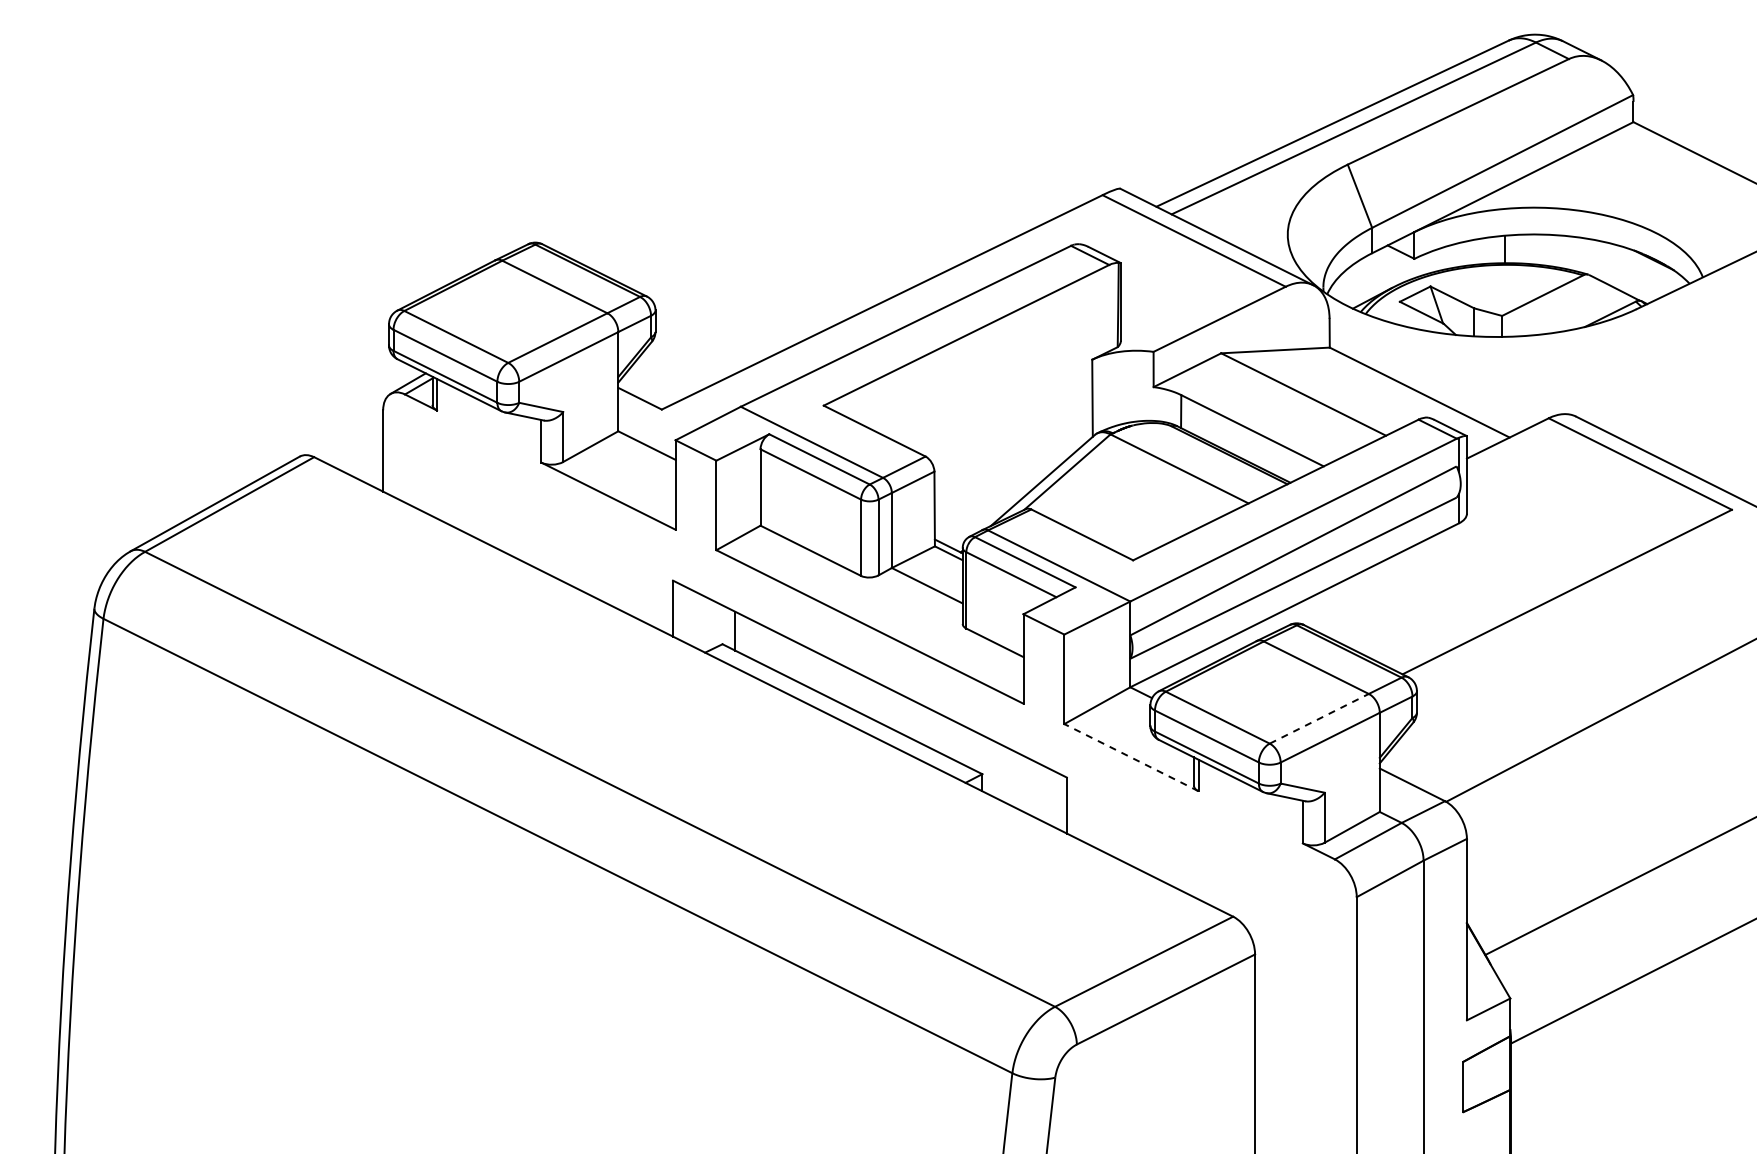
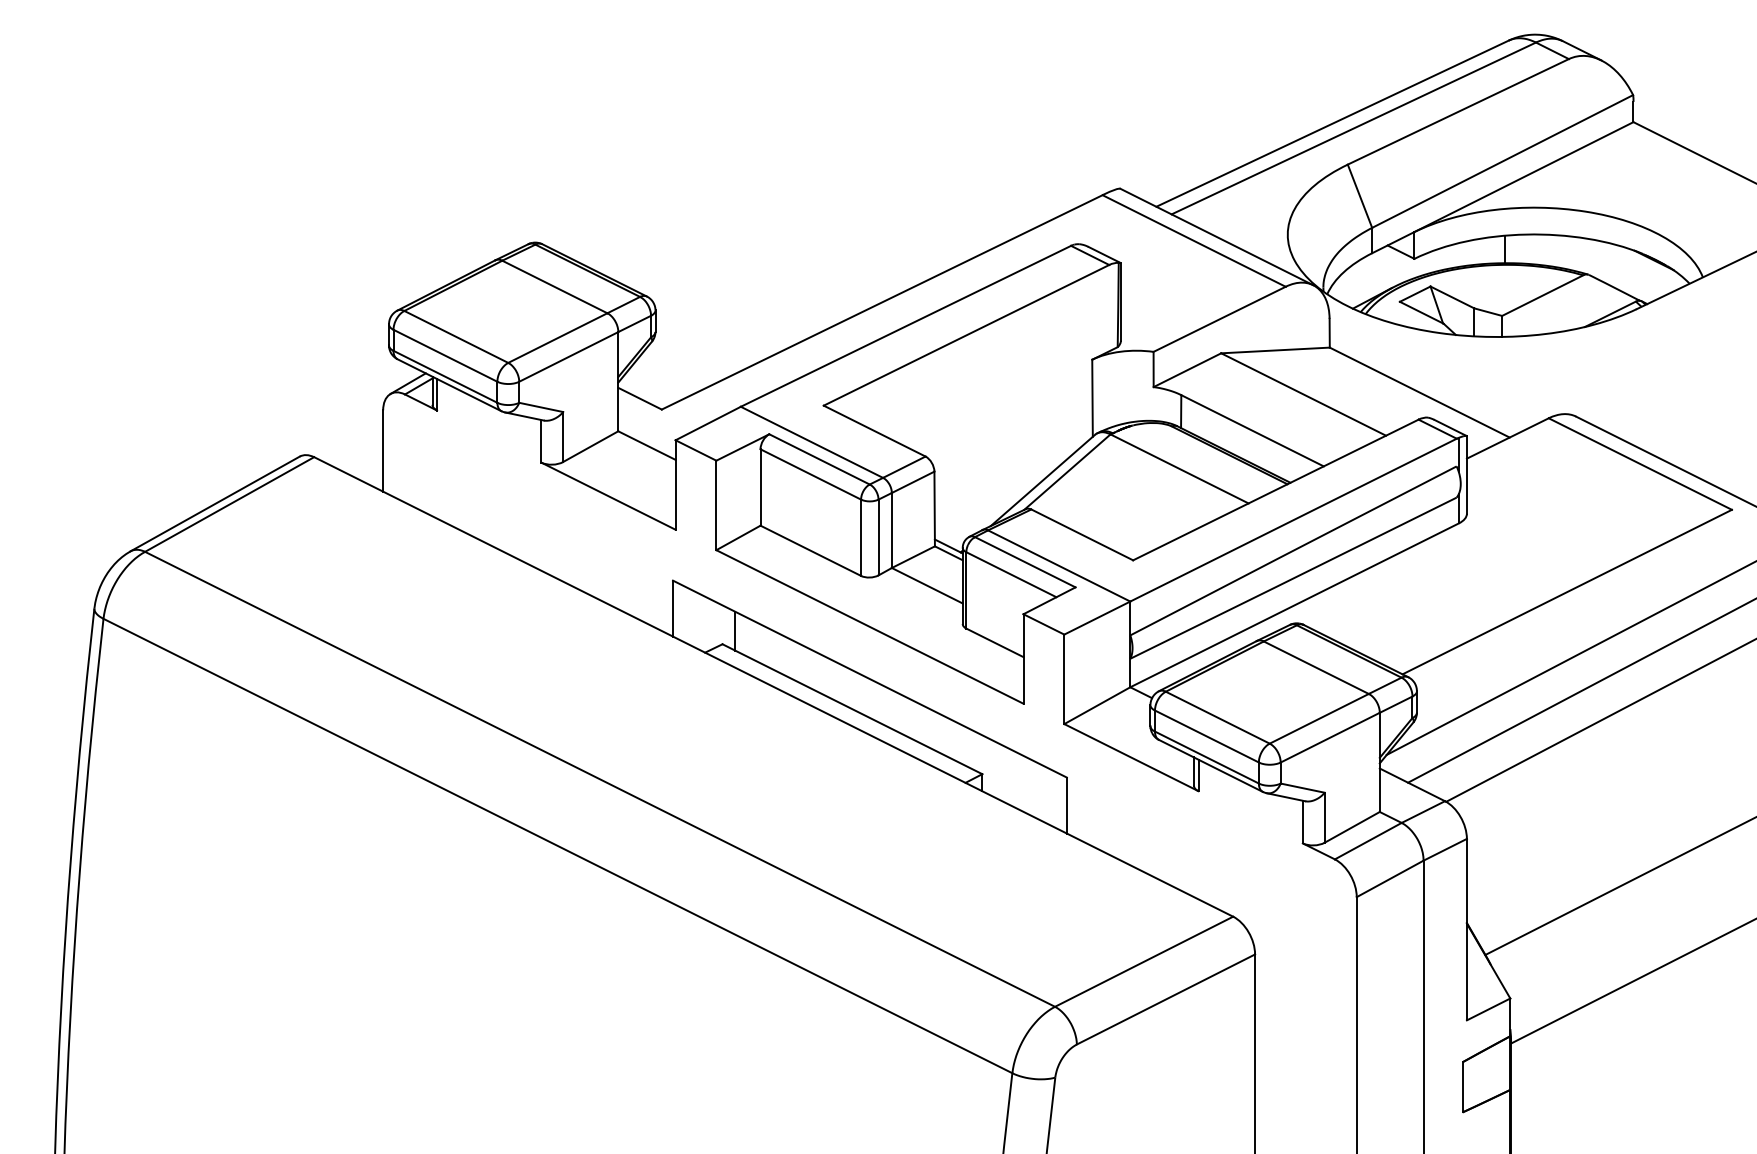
line at (1569, 658): none -> present
line at (1580, 690): none -> present
line at (1319, 718): dashed -> solid
line at (1130, 757): dashed -> solid
